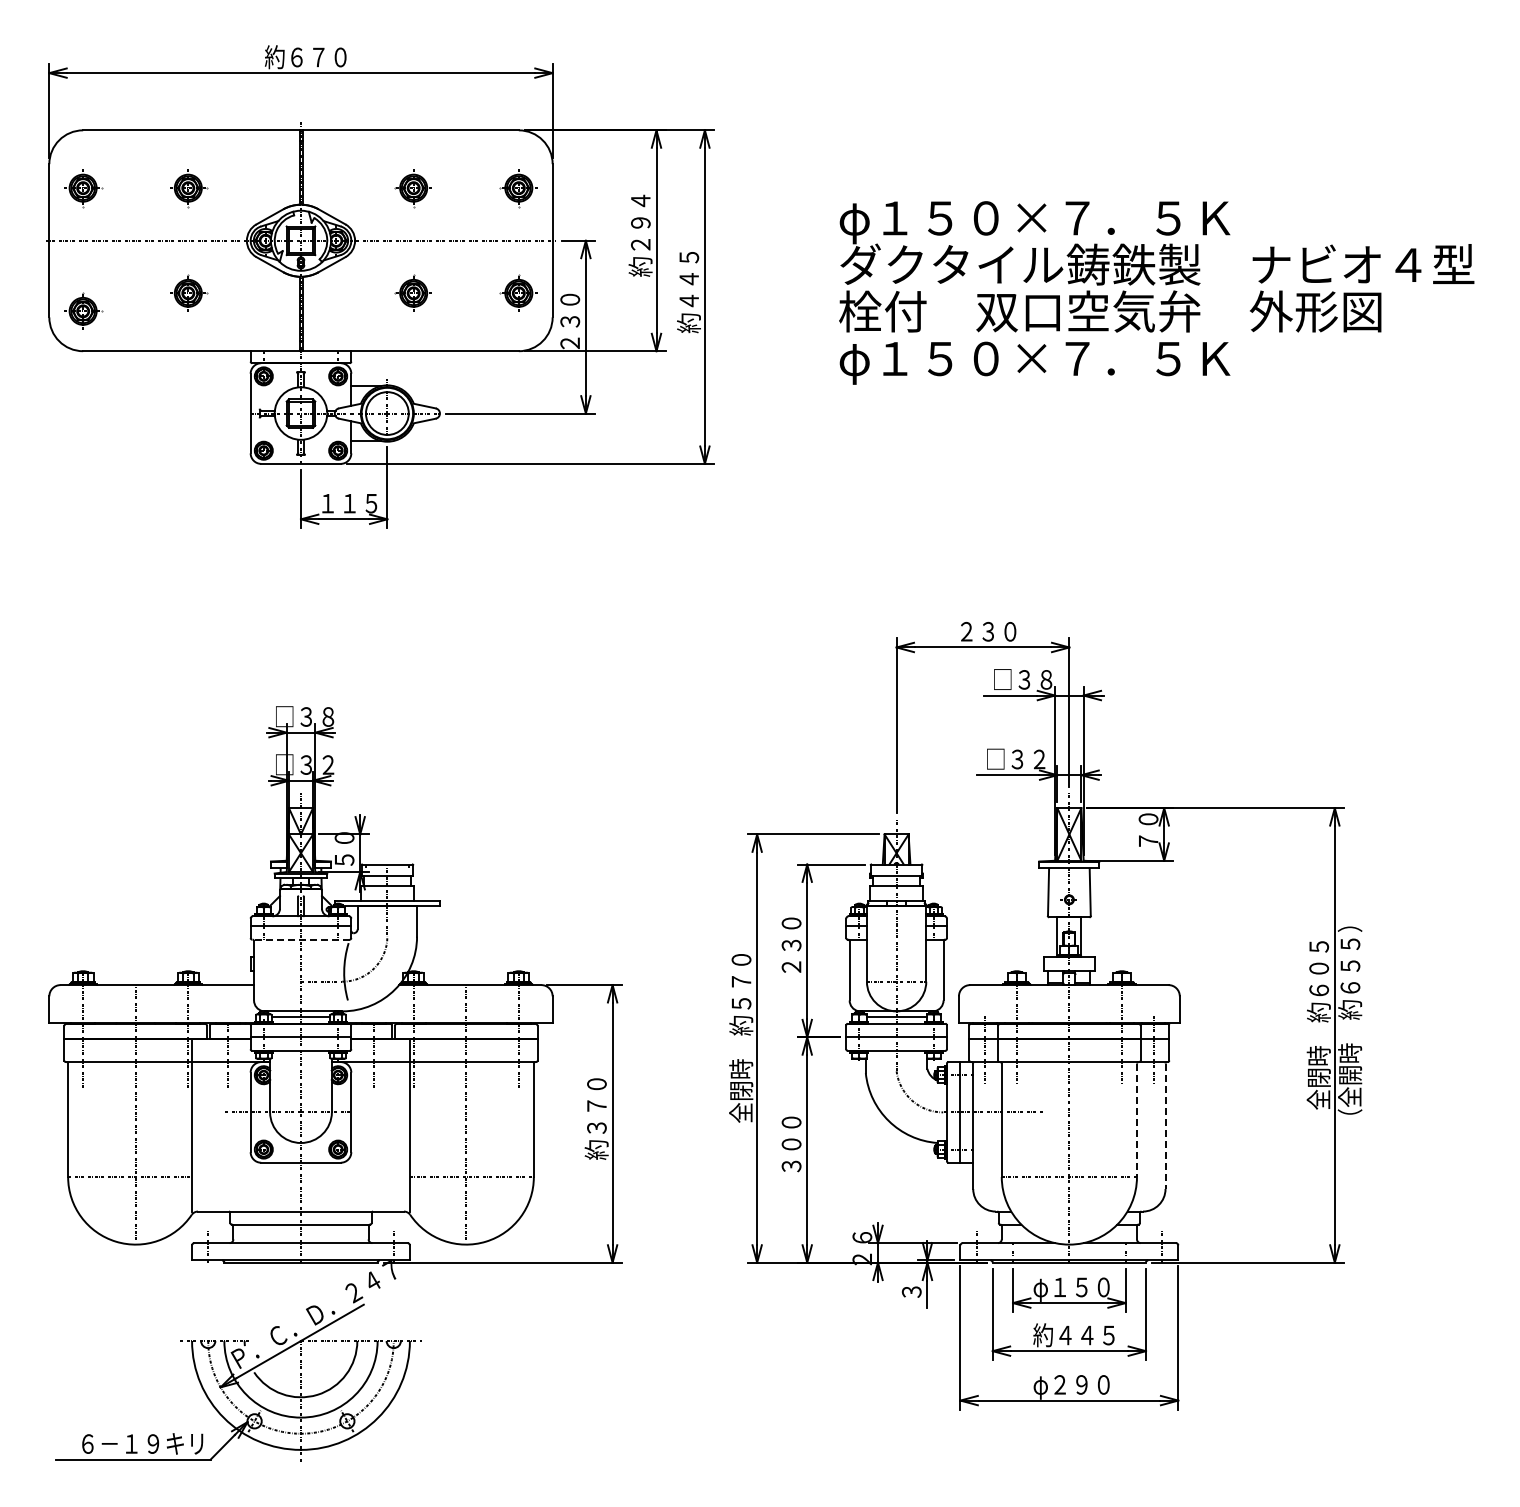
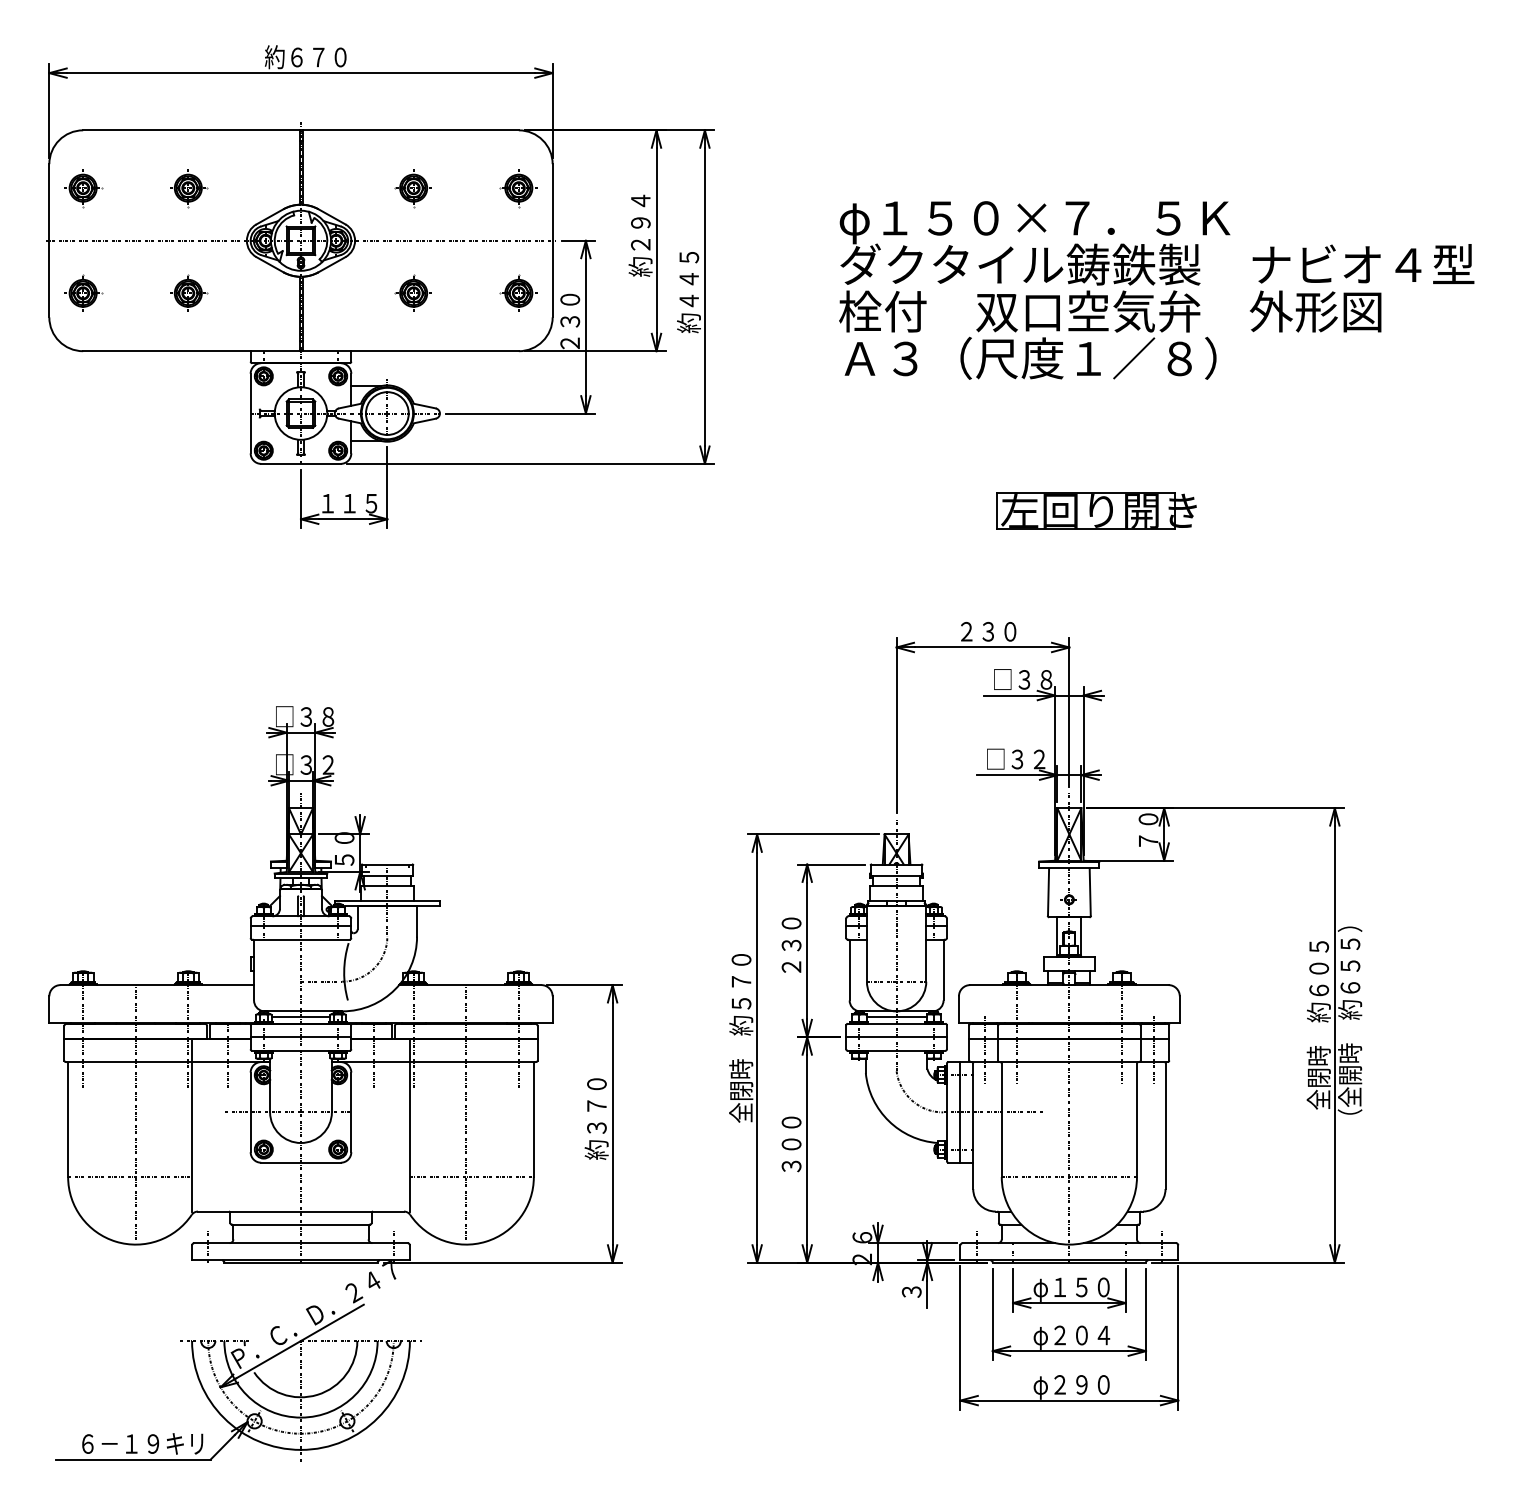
part at (83, 310) position: (83, 310) -> (83, 292)
text at (1034, 360): φ１５０×７．５Ｋ -> Ａ３（尺度１／８）
part at (1096, 510): none -> present
line at (301, 939): dashed -> solid
line at (1136, 1120): dashed -> solid
line at (1165, 1126): dashed -> solid
text at (1073, 1336): 約４４５ -> φ２０４
